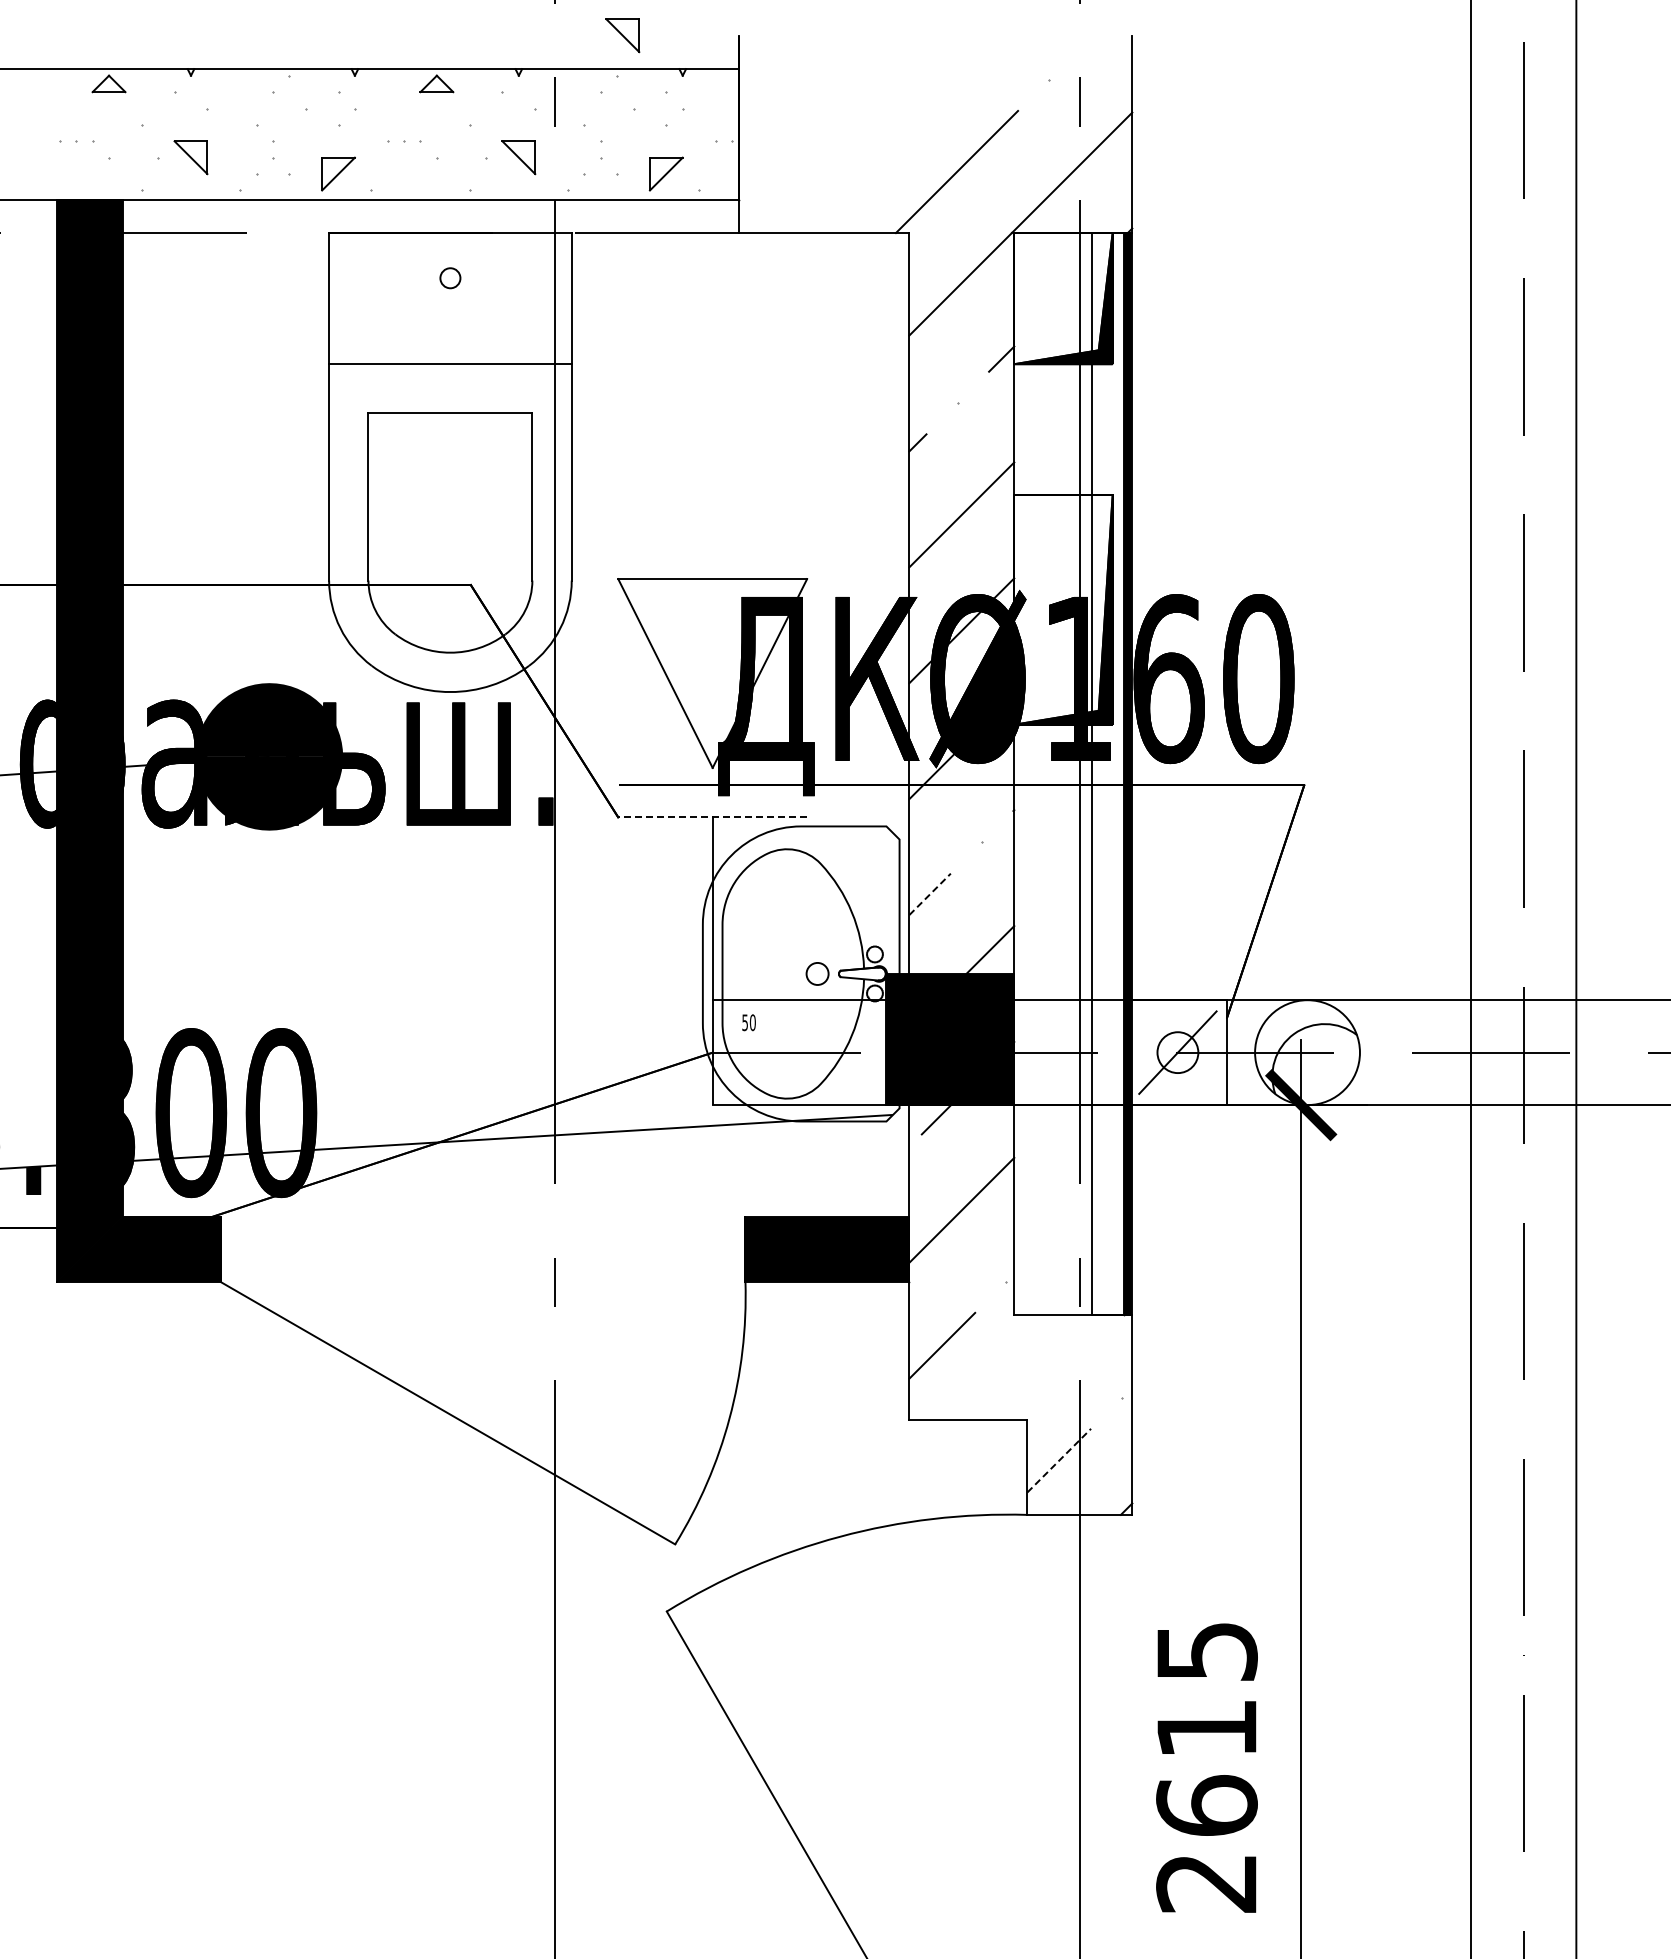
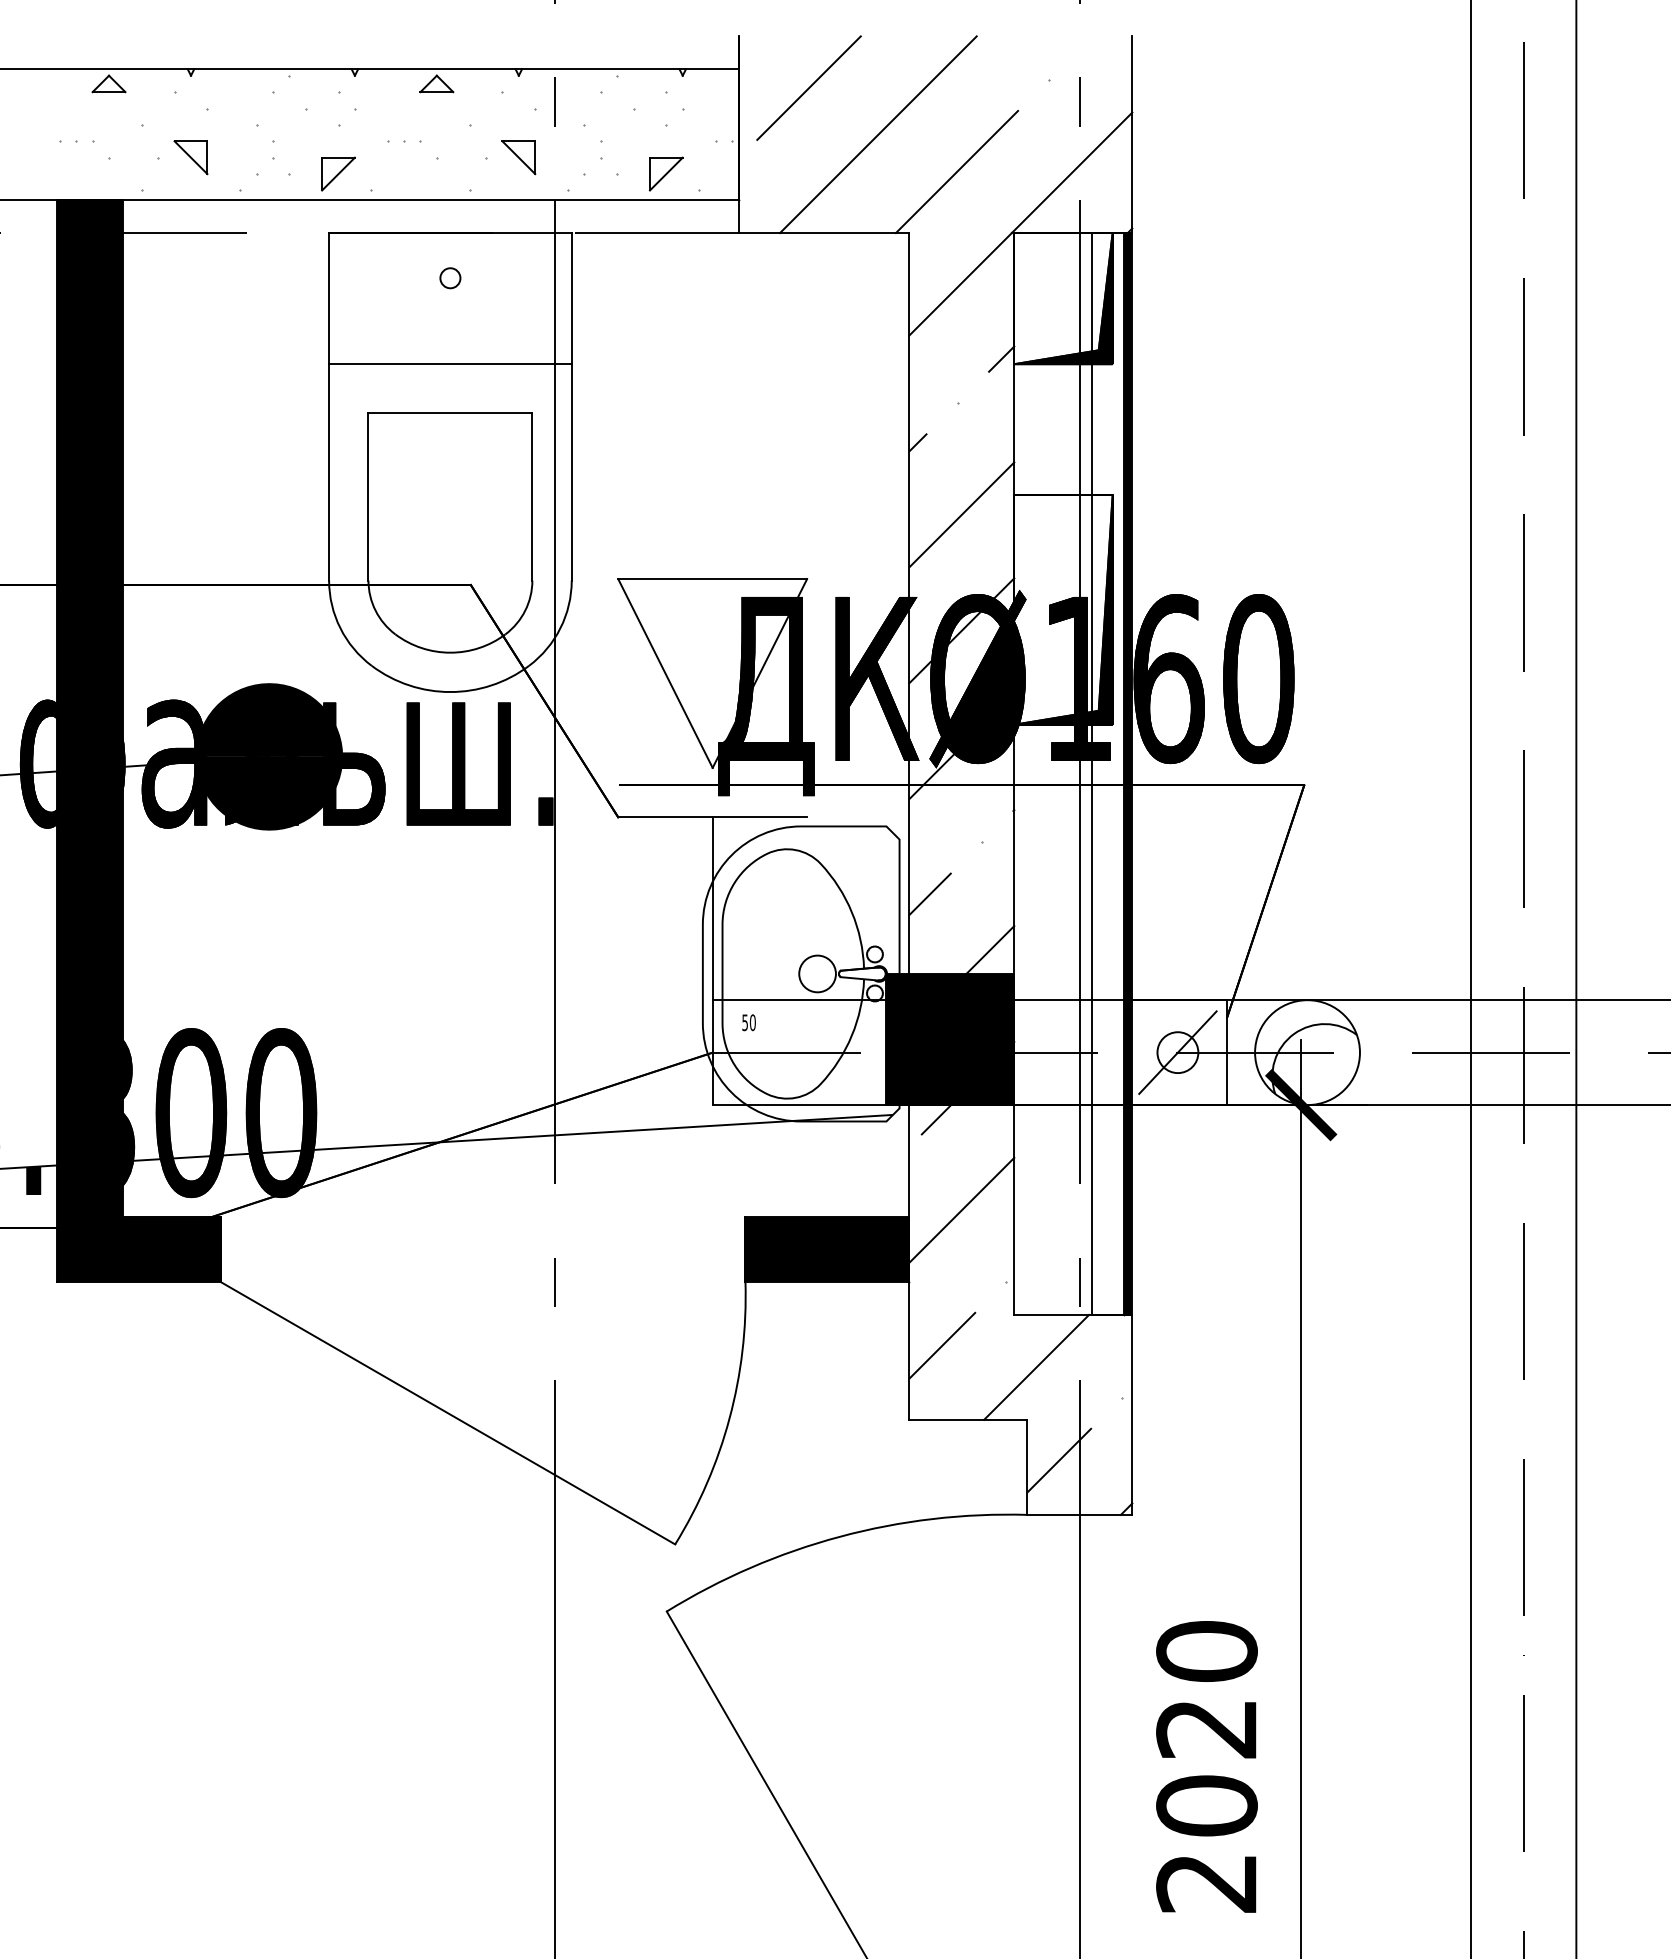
part at (622, 35): present -> none
line at (808, 87): none -> present
line at (878, 134): none -> present
line at (712, 817): dashed -> solid
line at (930, 894): dashed -> solid
circle at (817, 973) diameter: 22 px -> 37 px
line at (1036, 1366): none -> present
line at (1059, 1460): dashed -> solid
text at (1206, 1728): 2615 -> 2020
